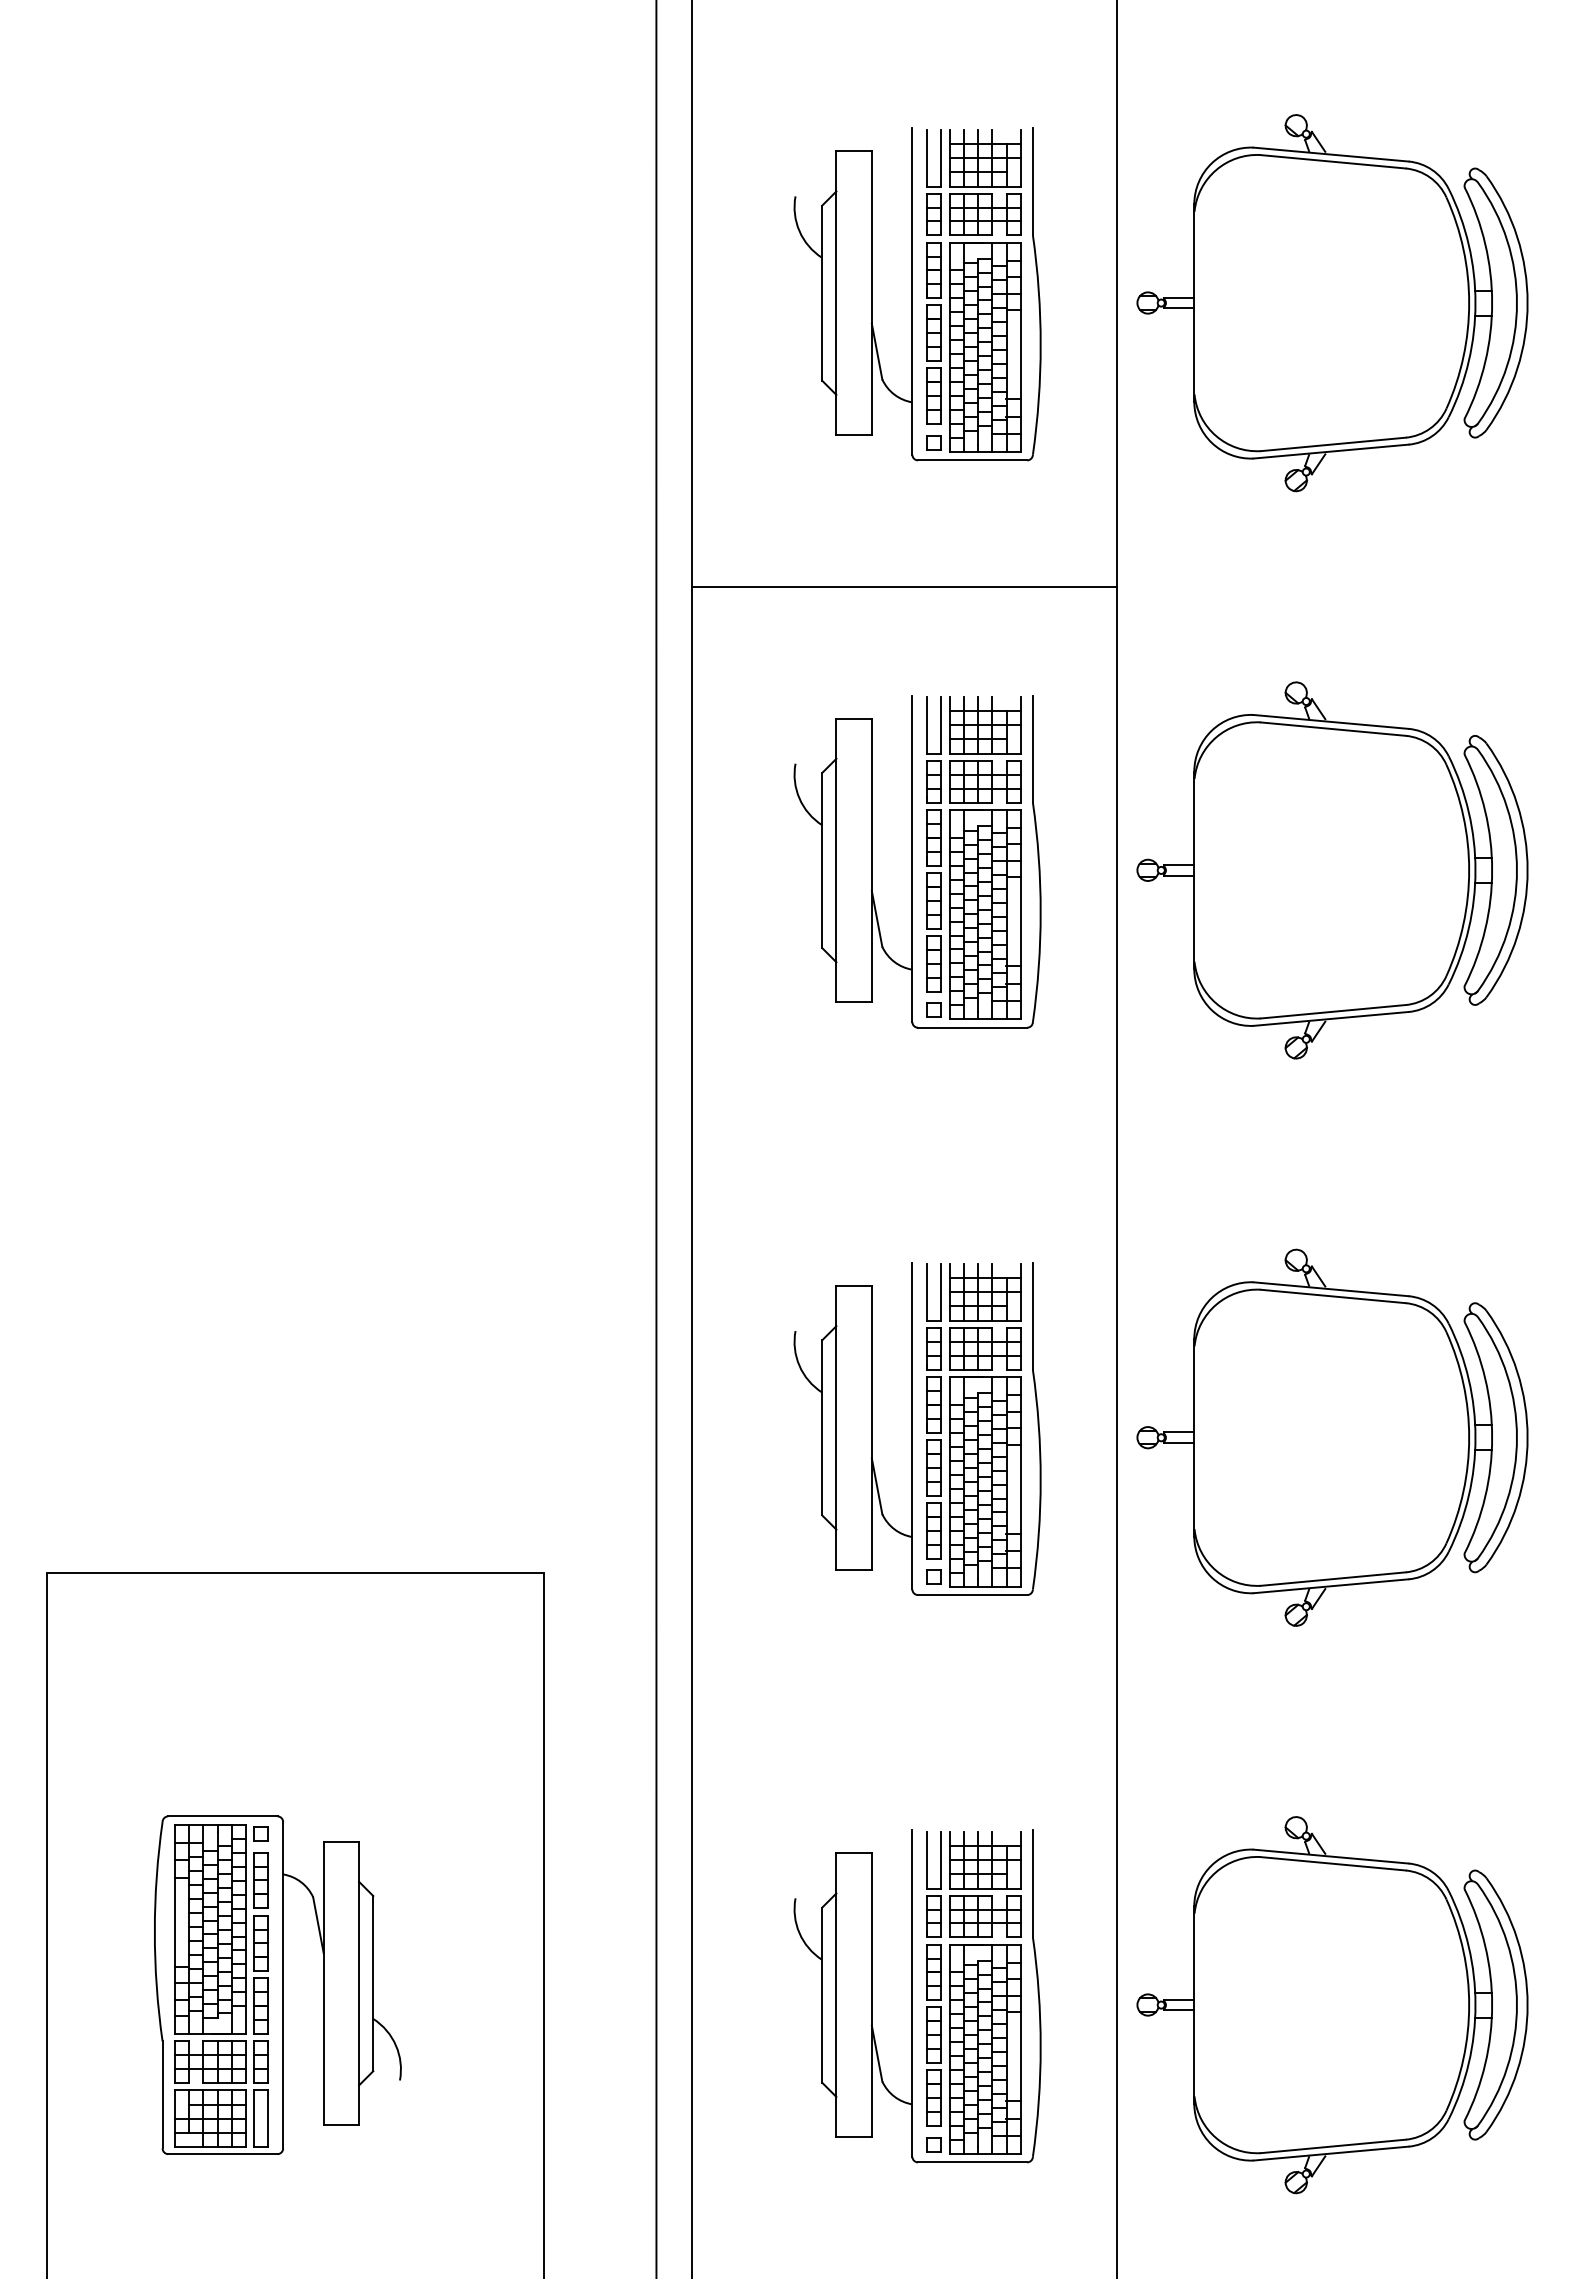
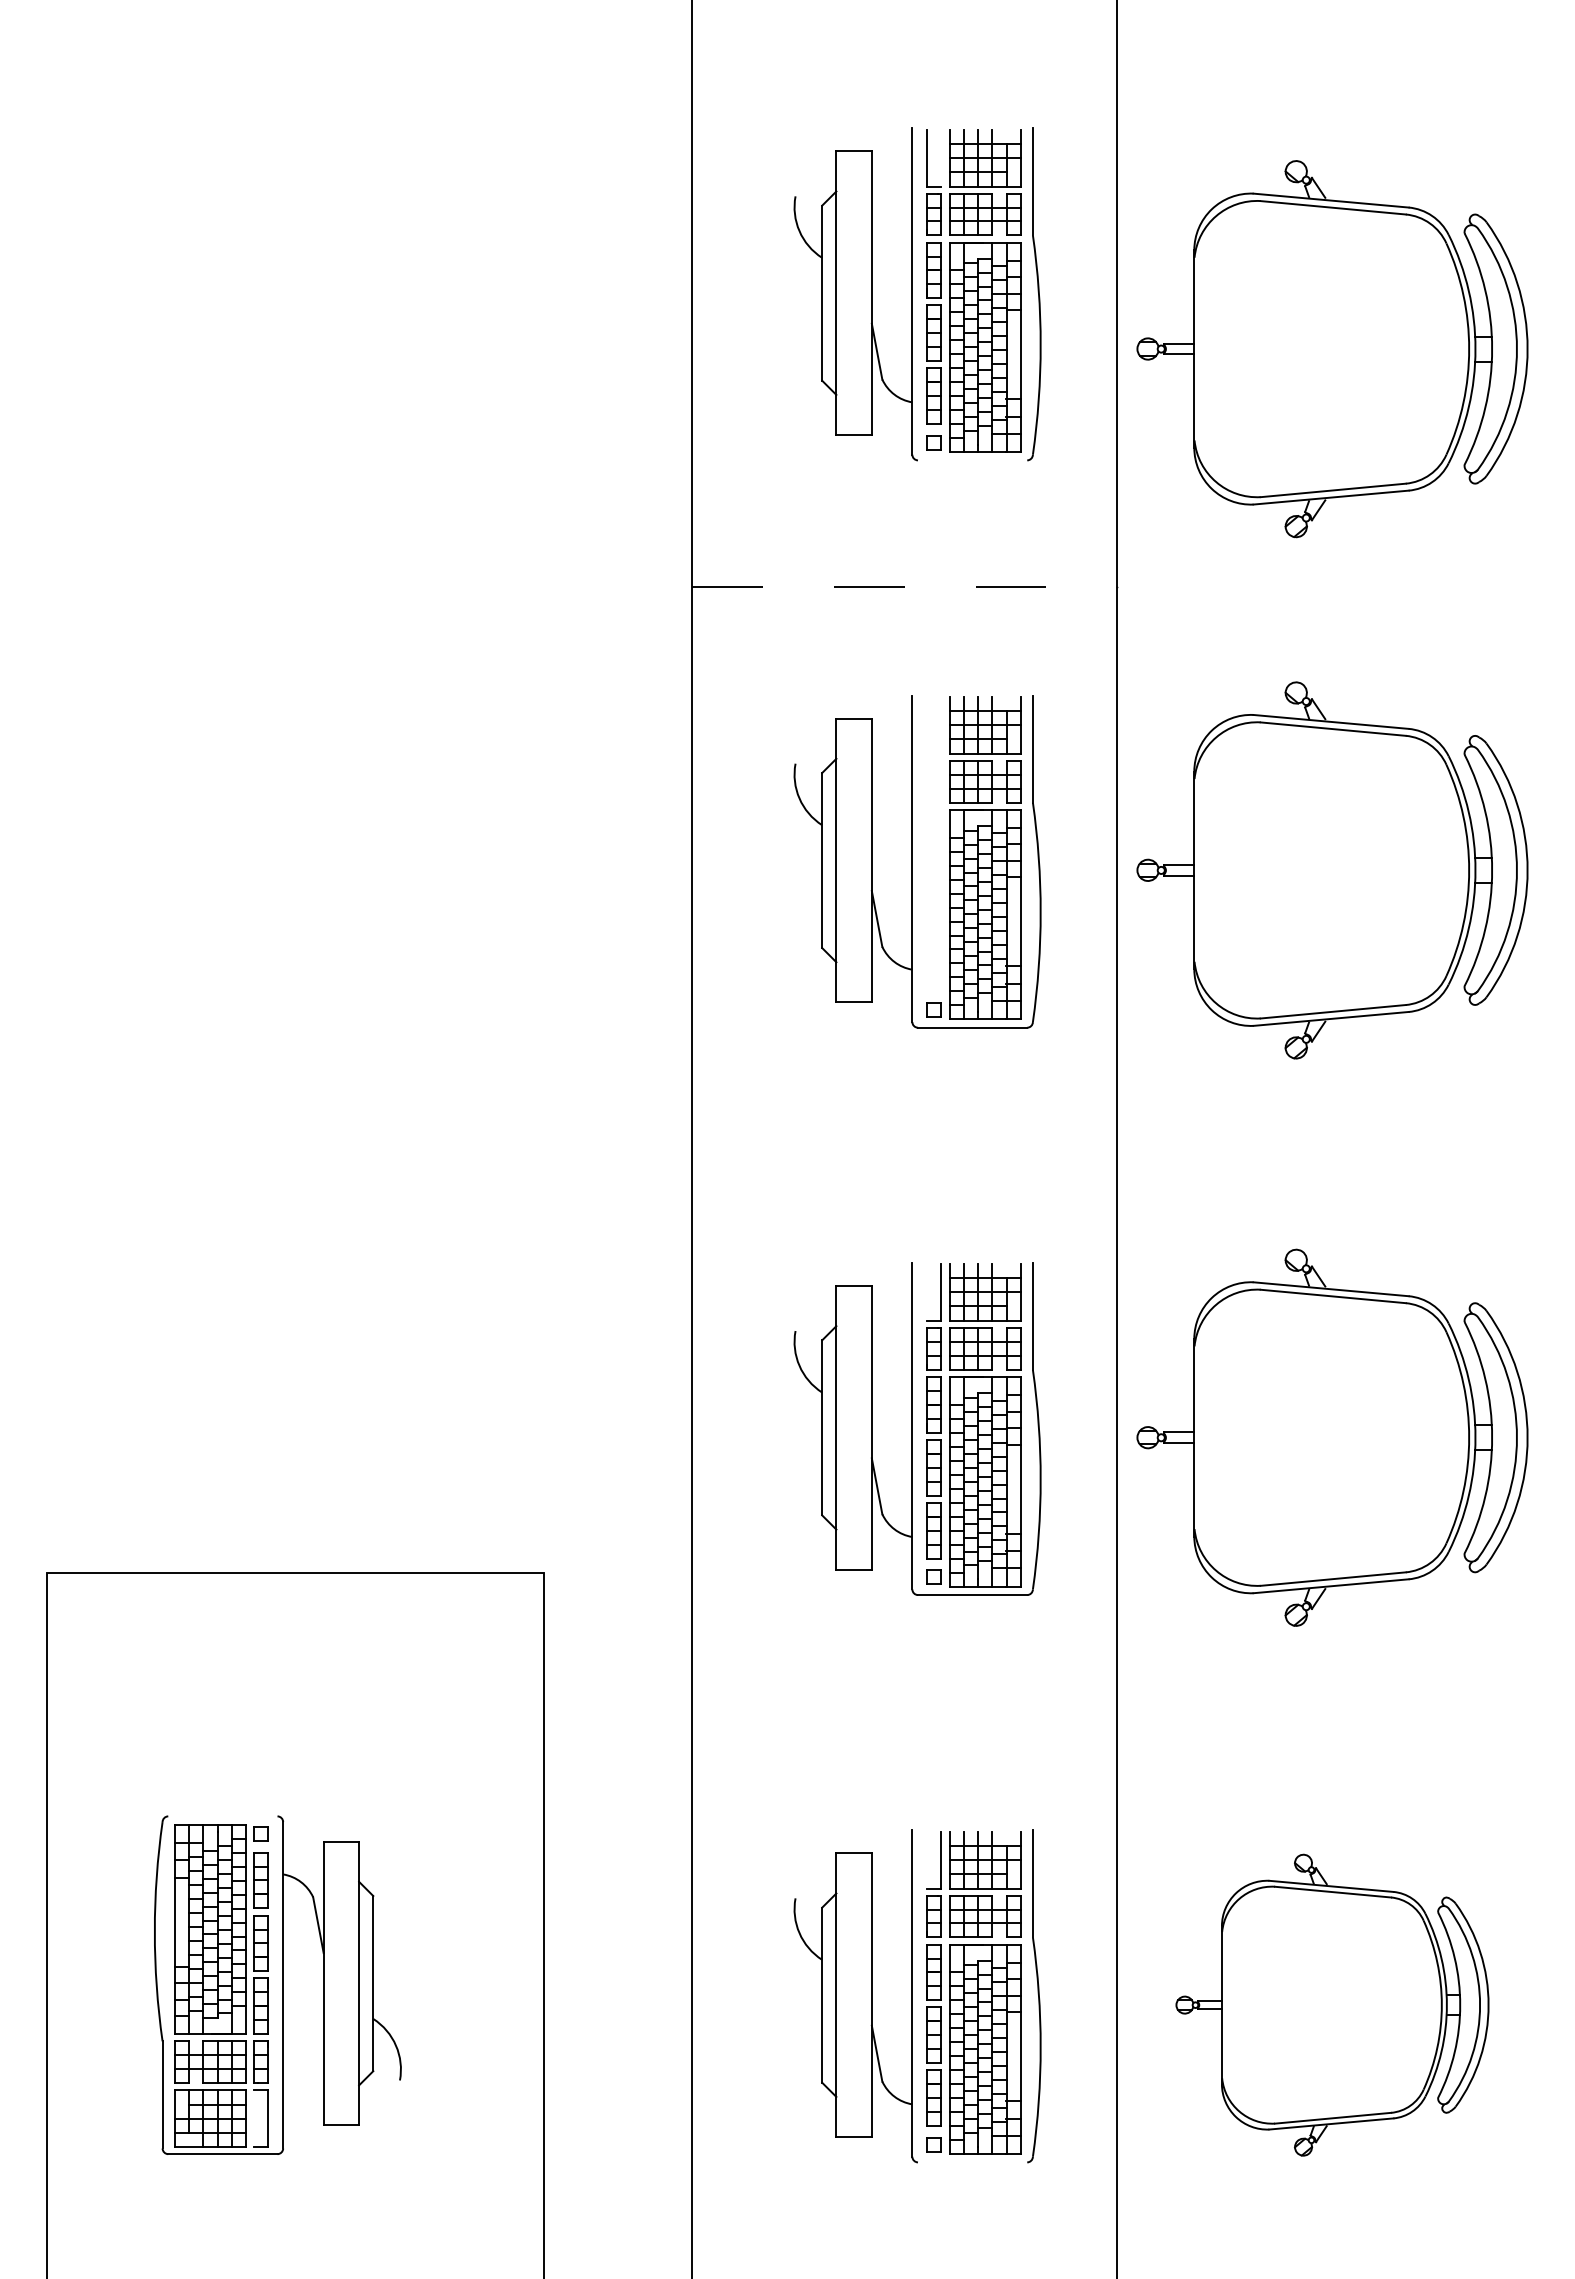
line at (941, 157): present -> none
part at (1332, 303) position: (1332, 303) -> (1332, 349)
line at (972, 460): present -> none
line at (904, 586): solid -> dashed
part at (933, 844): present -> none
line at (656, 1138): present -> none
line at (927, 1292): present -> none
line at (222, 1816): present -> none
line at (927, 1859): present -> none
part at (1332, 2005) size: 393x379 px -> 315x304 px
line at (254, 2118): present -> none
line at (972, 2162): present -> none
